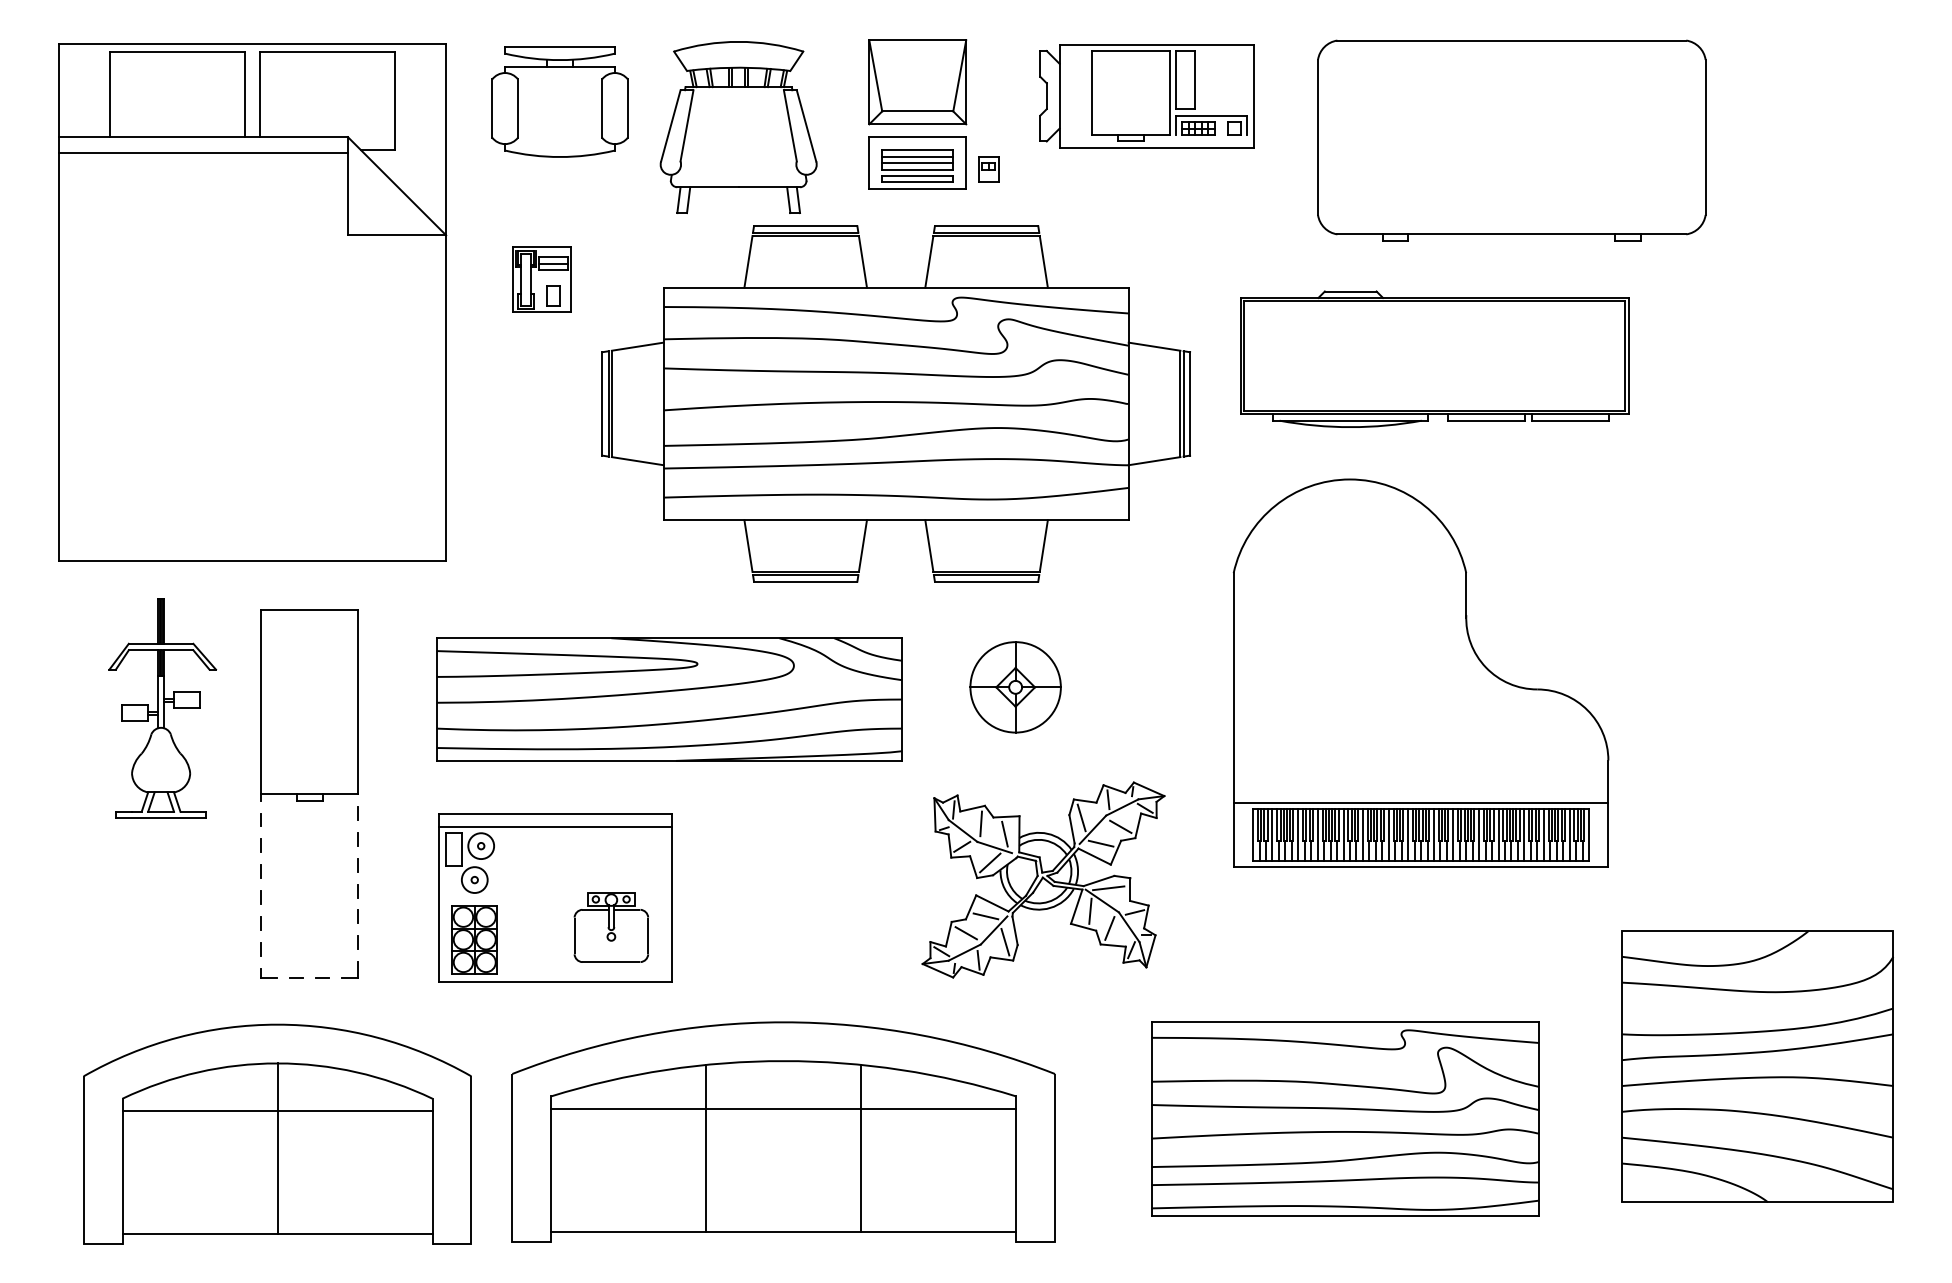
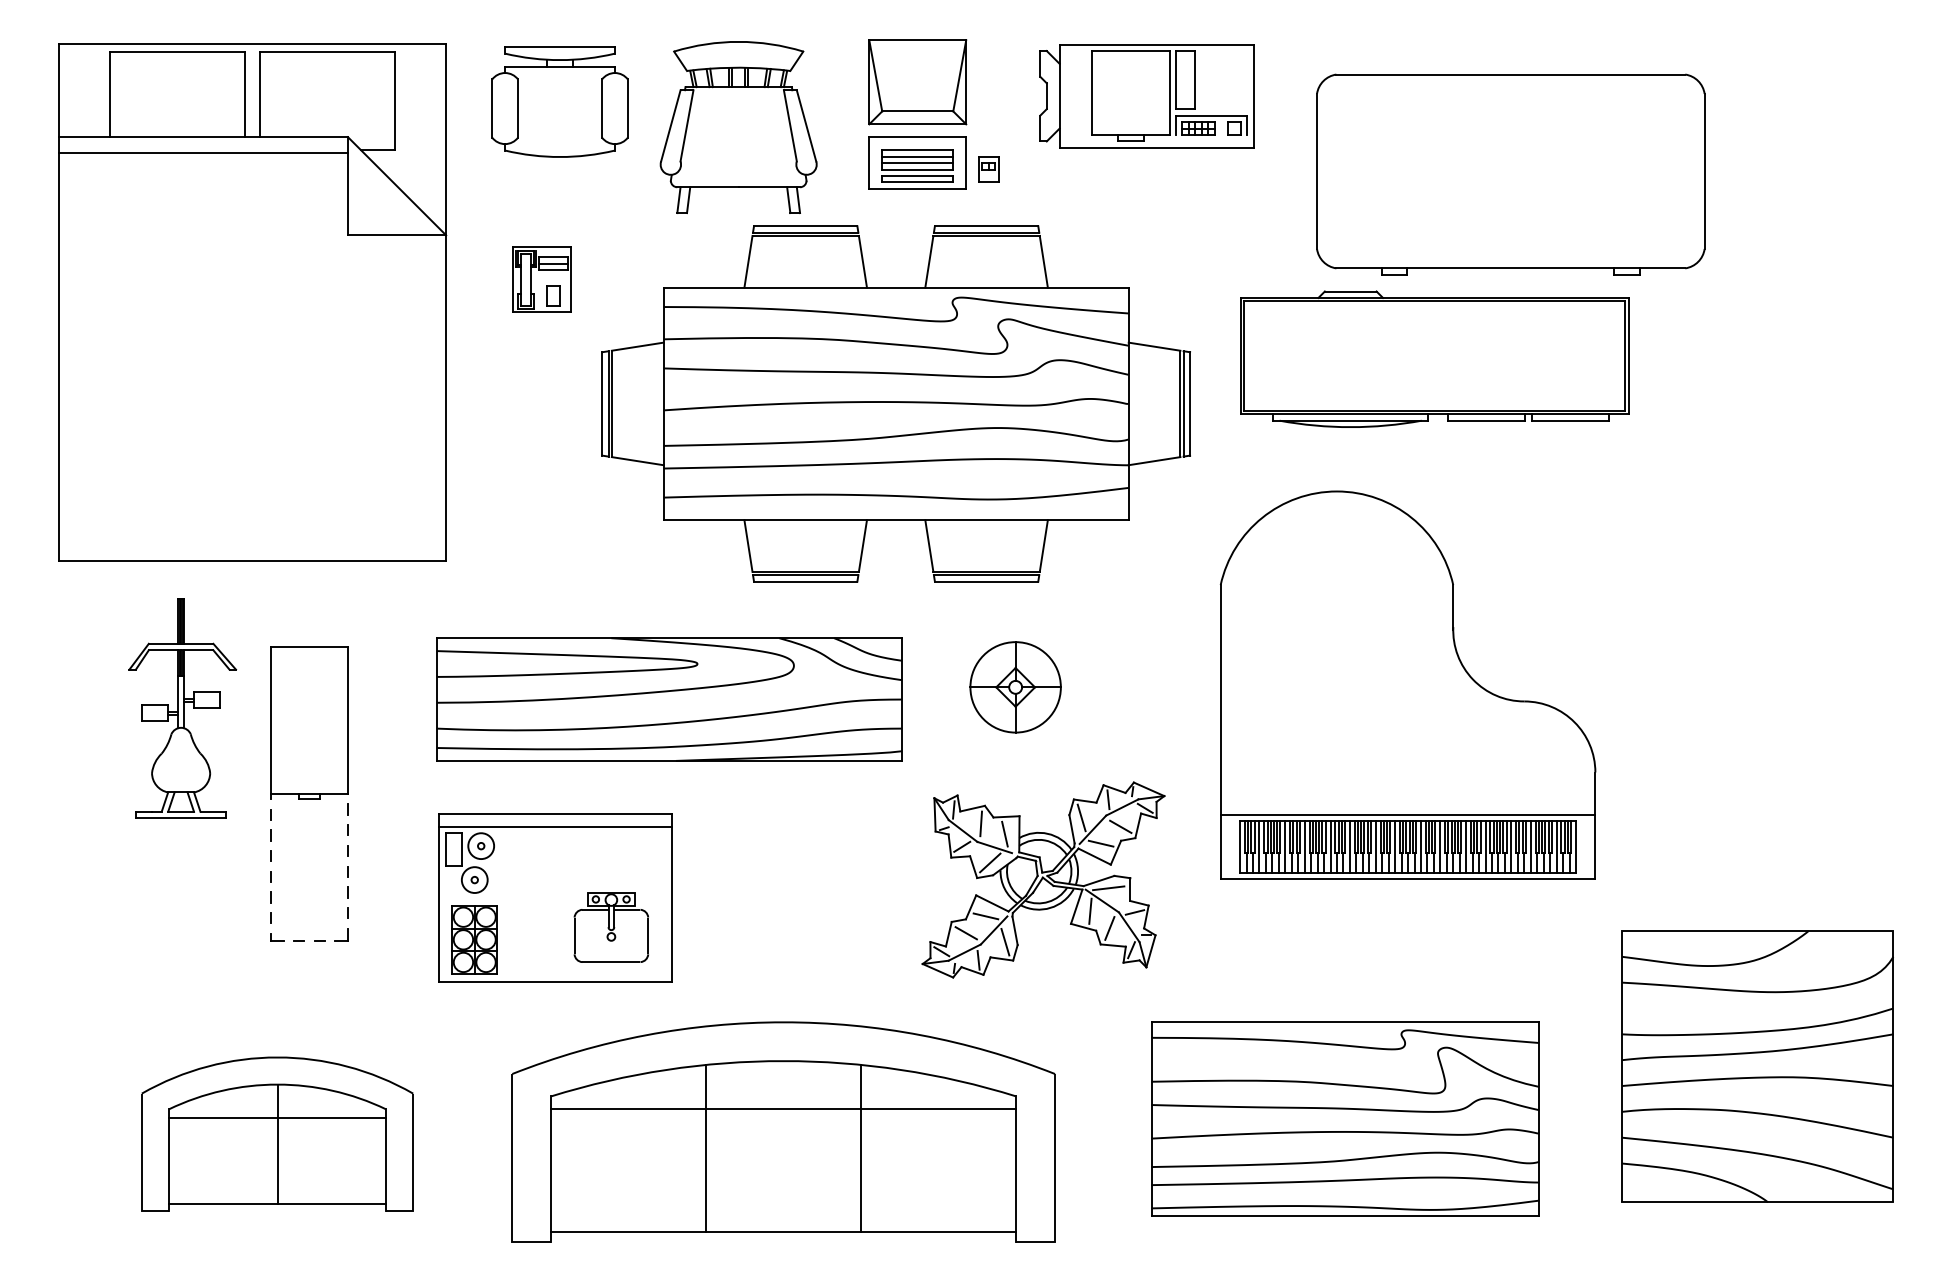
part at (1511, 140) position: (1511, 140) -> (1510, 174)
part at (1420, 672) position: (1420, 672) -> (1407, 684)
part at (162, 708) position: (162, 708) -> (182, 708)
part at (309, 793) size: 99x370 px -> 79x296 px
part at (277, 1133) size: 389x222 px -> 273x156 px
